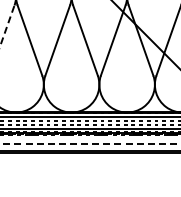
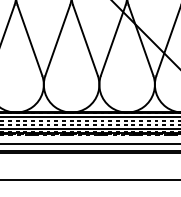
line at (7, 26): dashed -> solid
line at (89, 144): dashed -> solid
line at (89, 180): none -> present
